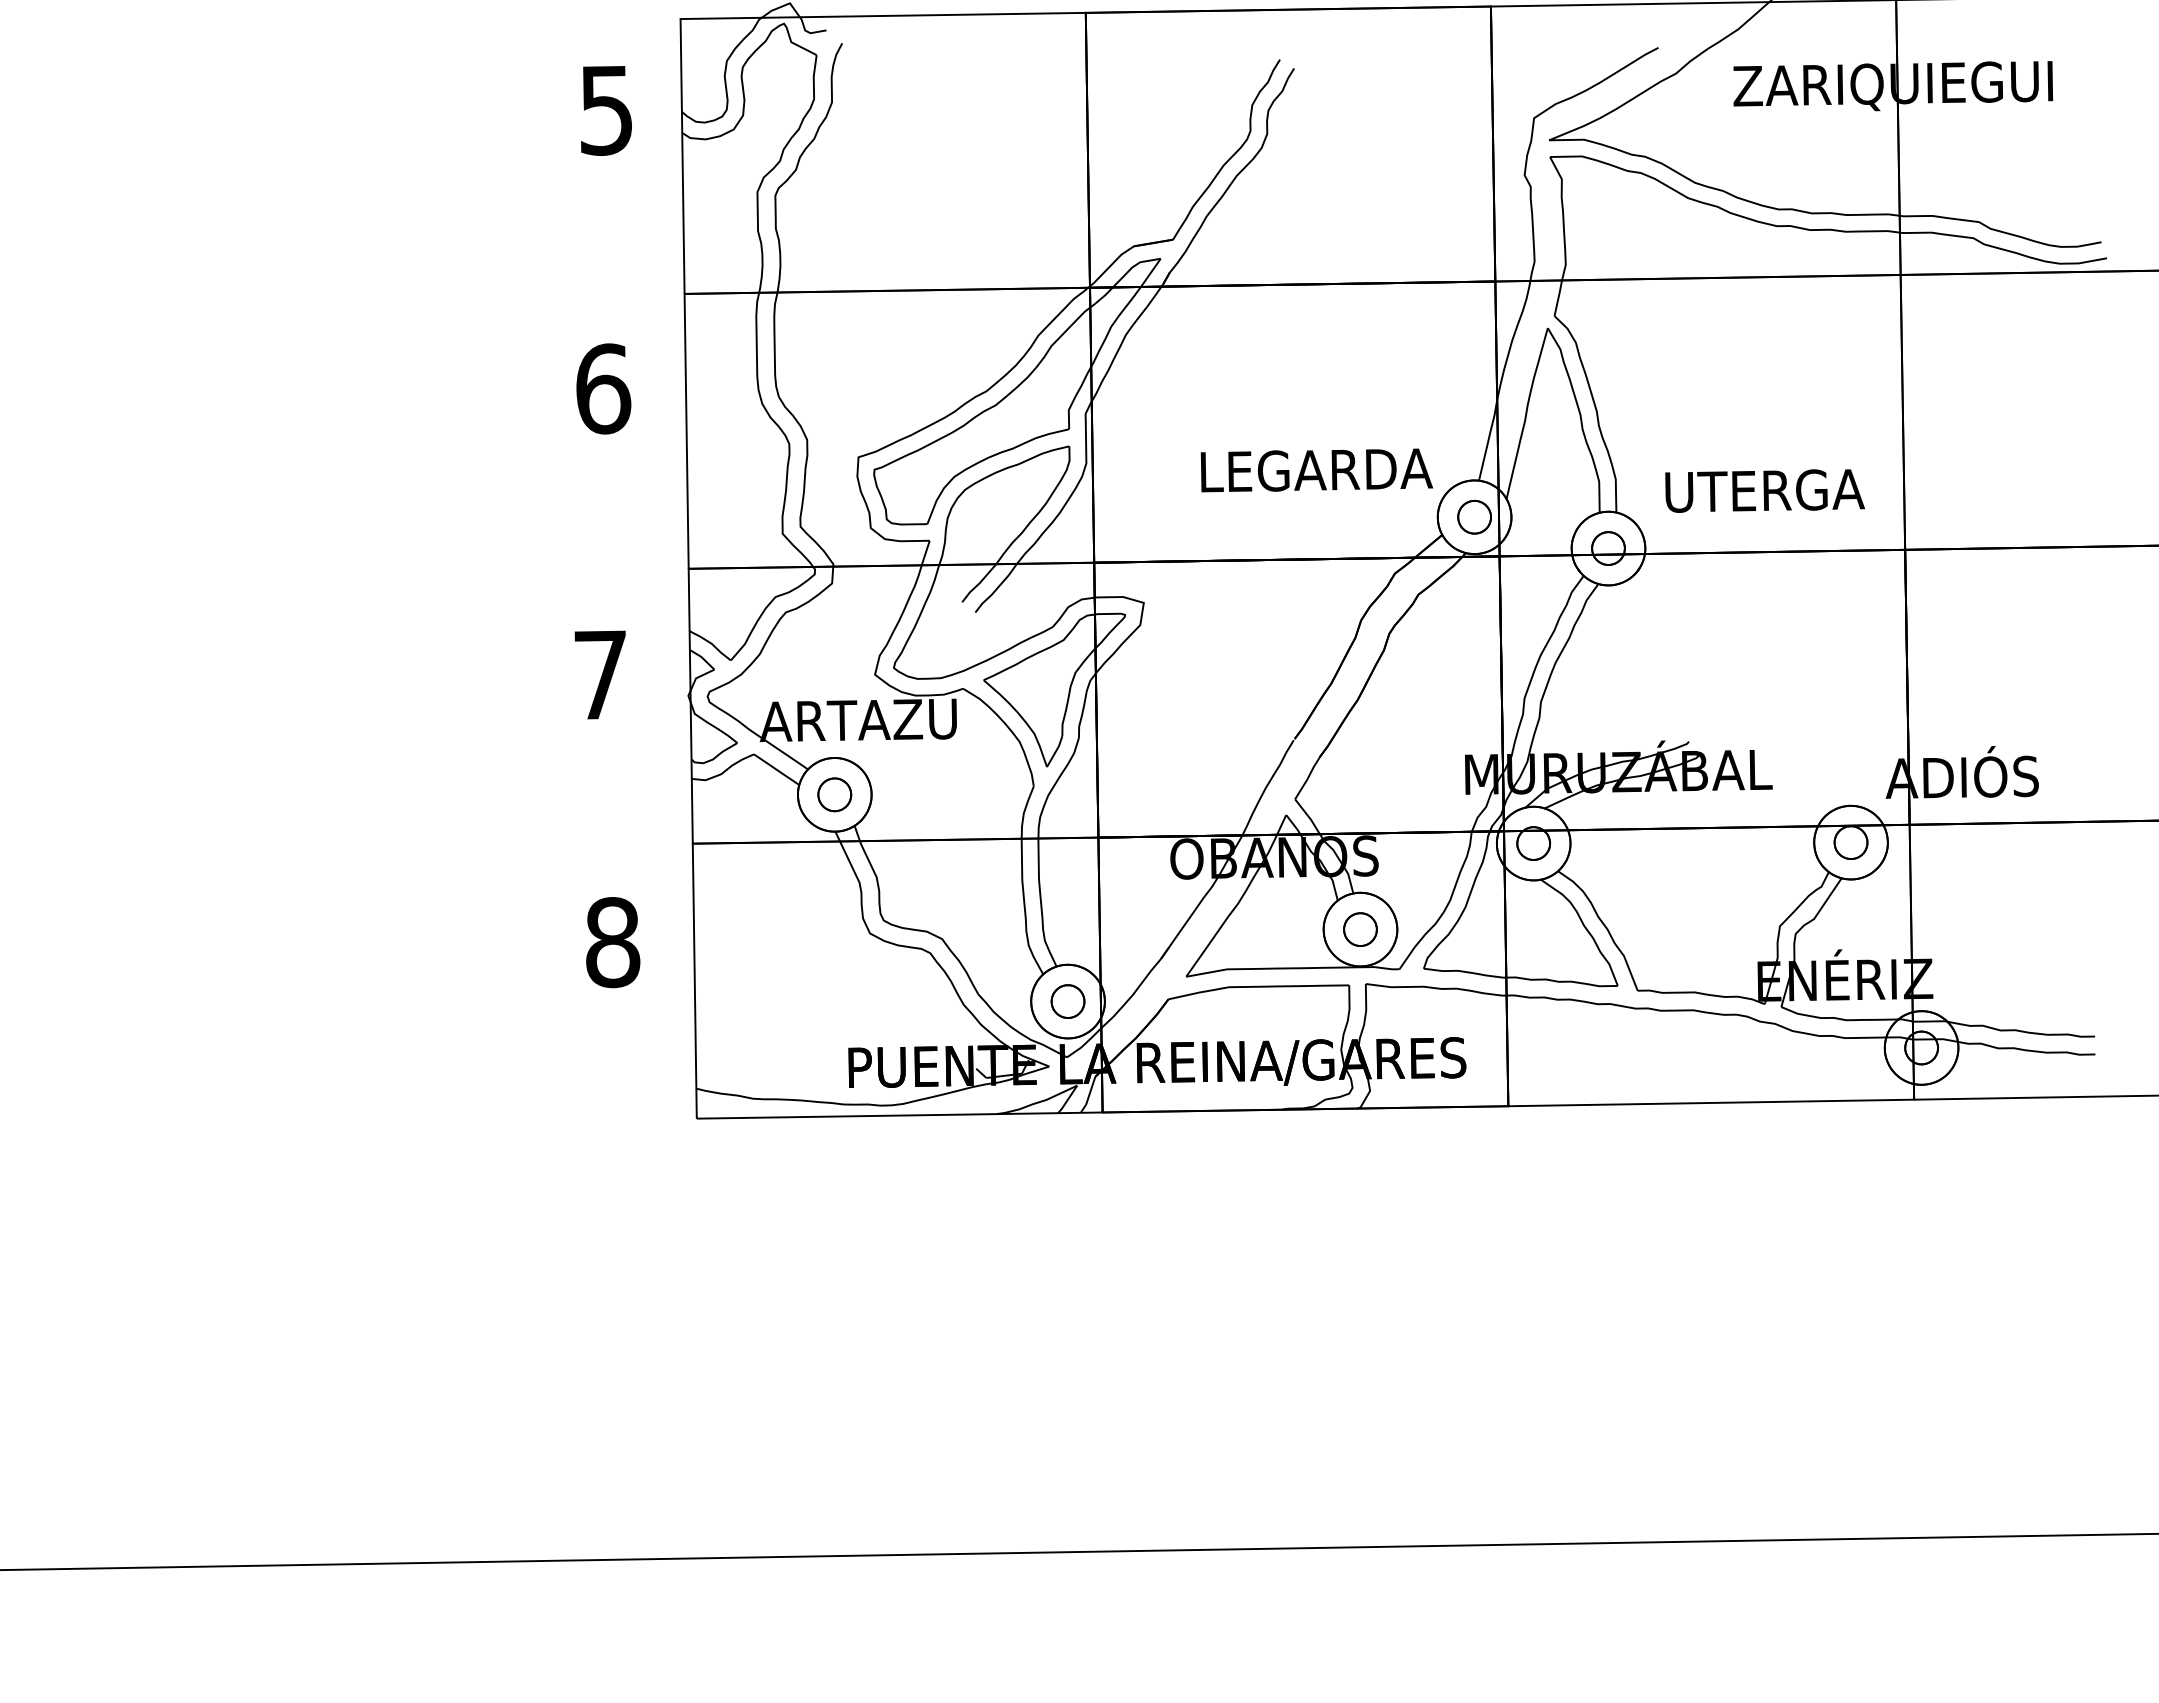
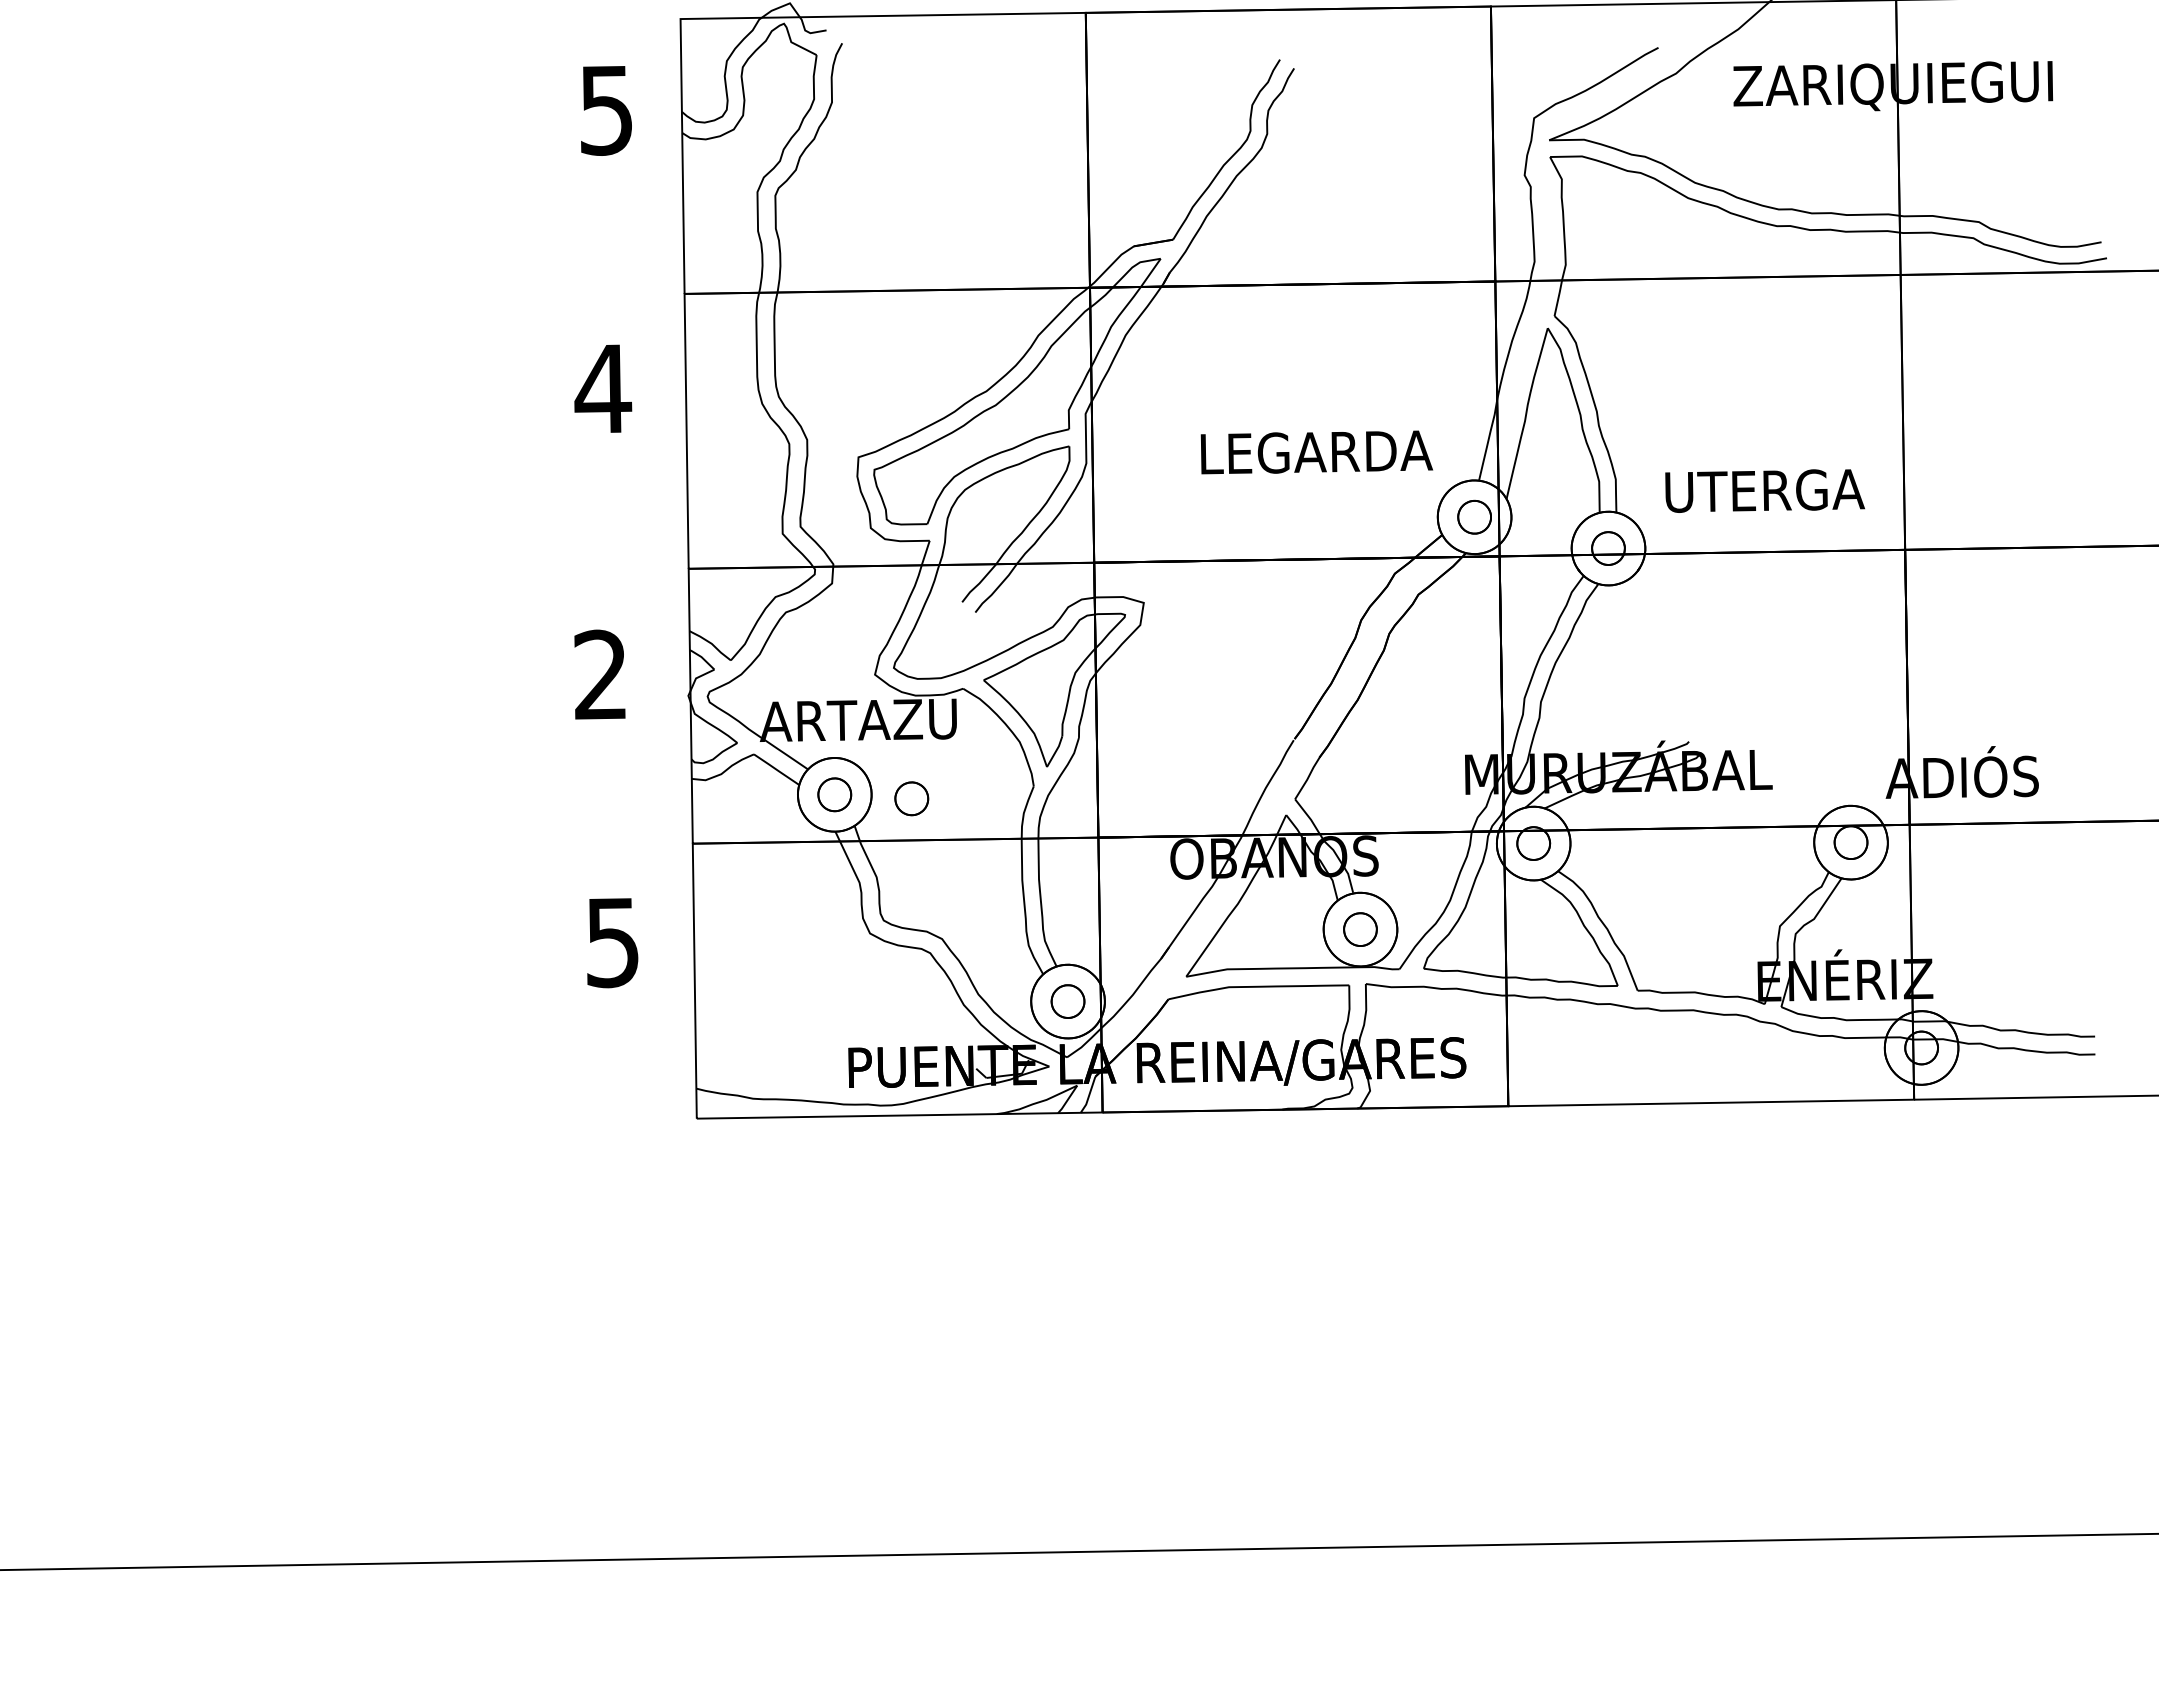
text at (603, 388): 6 -> 4
text at (1316, 470) position: (1316, 470) -> (1316, 452)
text at (599, 674): 7 -> 2
part at (911, 798): none -> present
text at (613, 942): 8 -> 5
